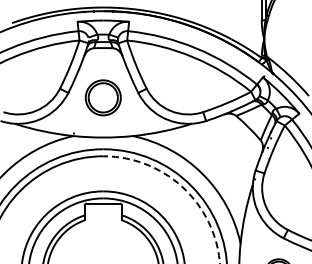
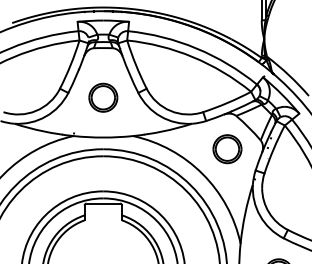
part at (102, 97) size: 38x38 px -> 31x31 px
part at (227, 149): none -> present
arc at (182, 186): dashed -> solid
